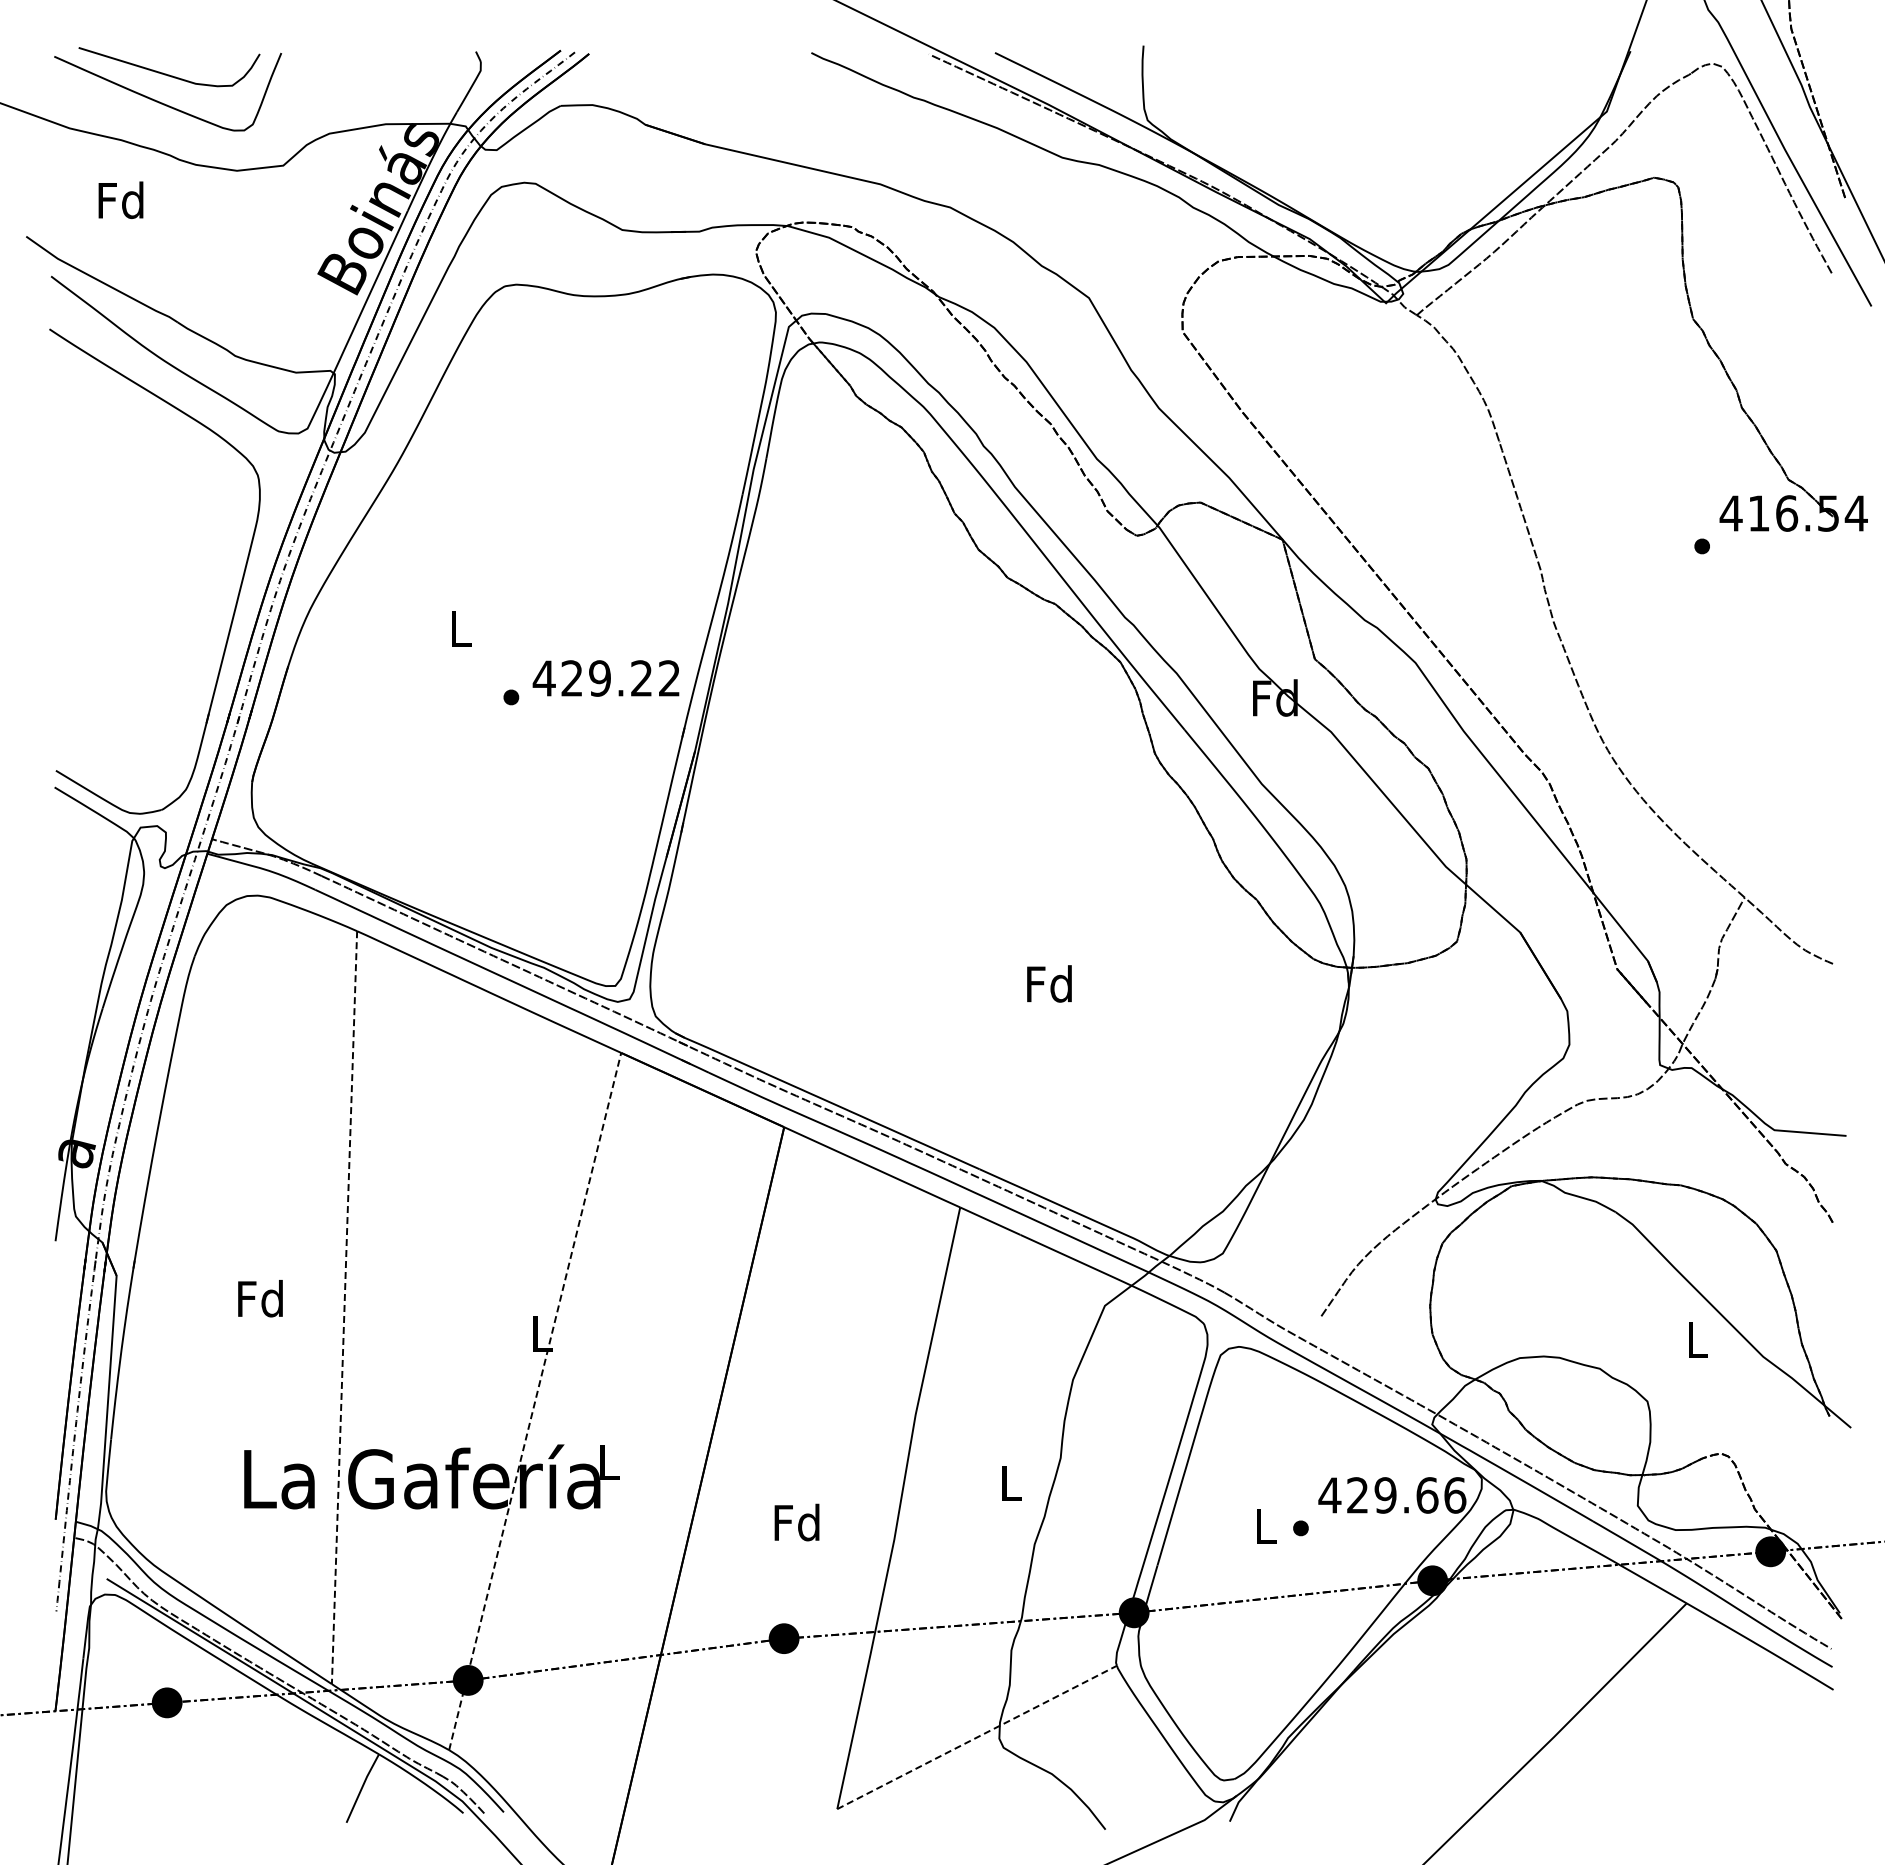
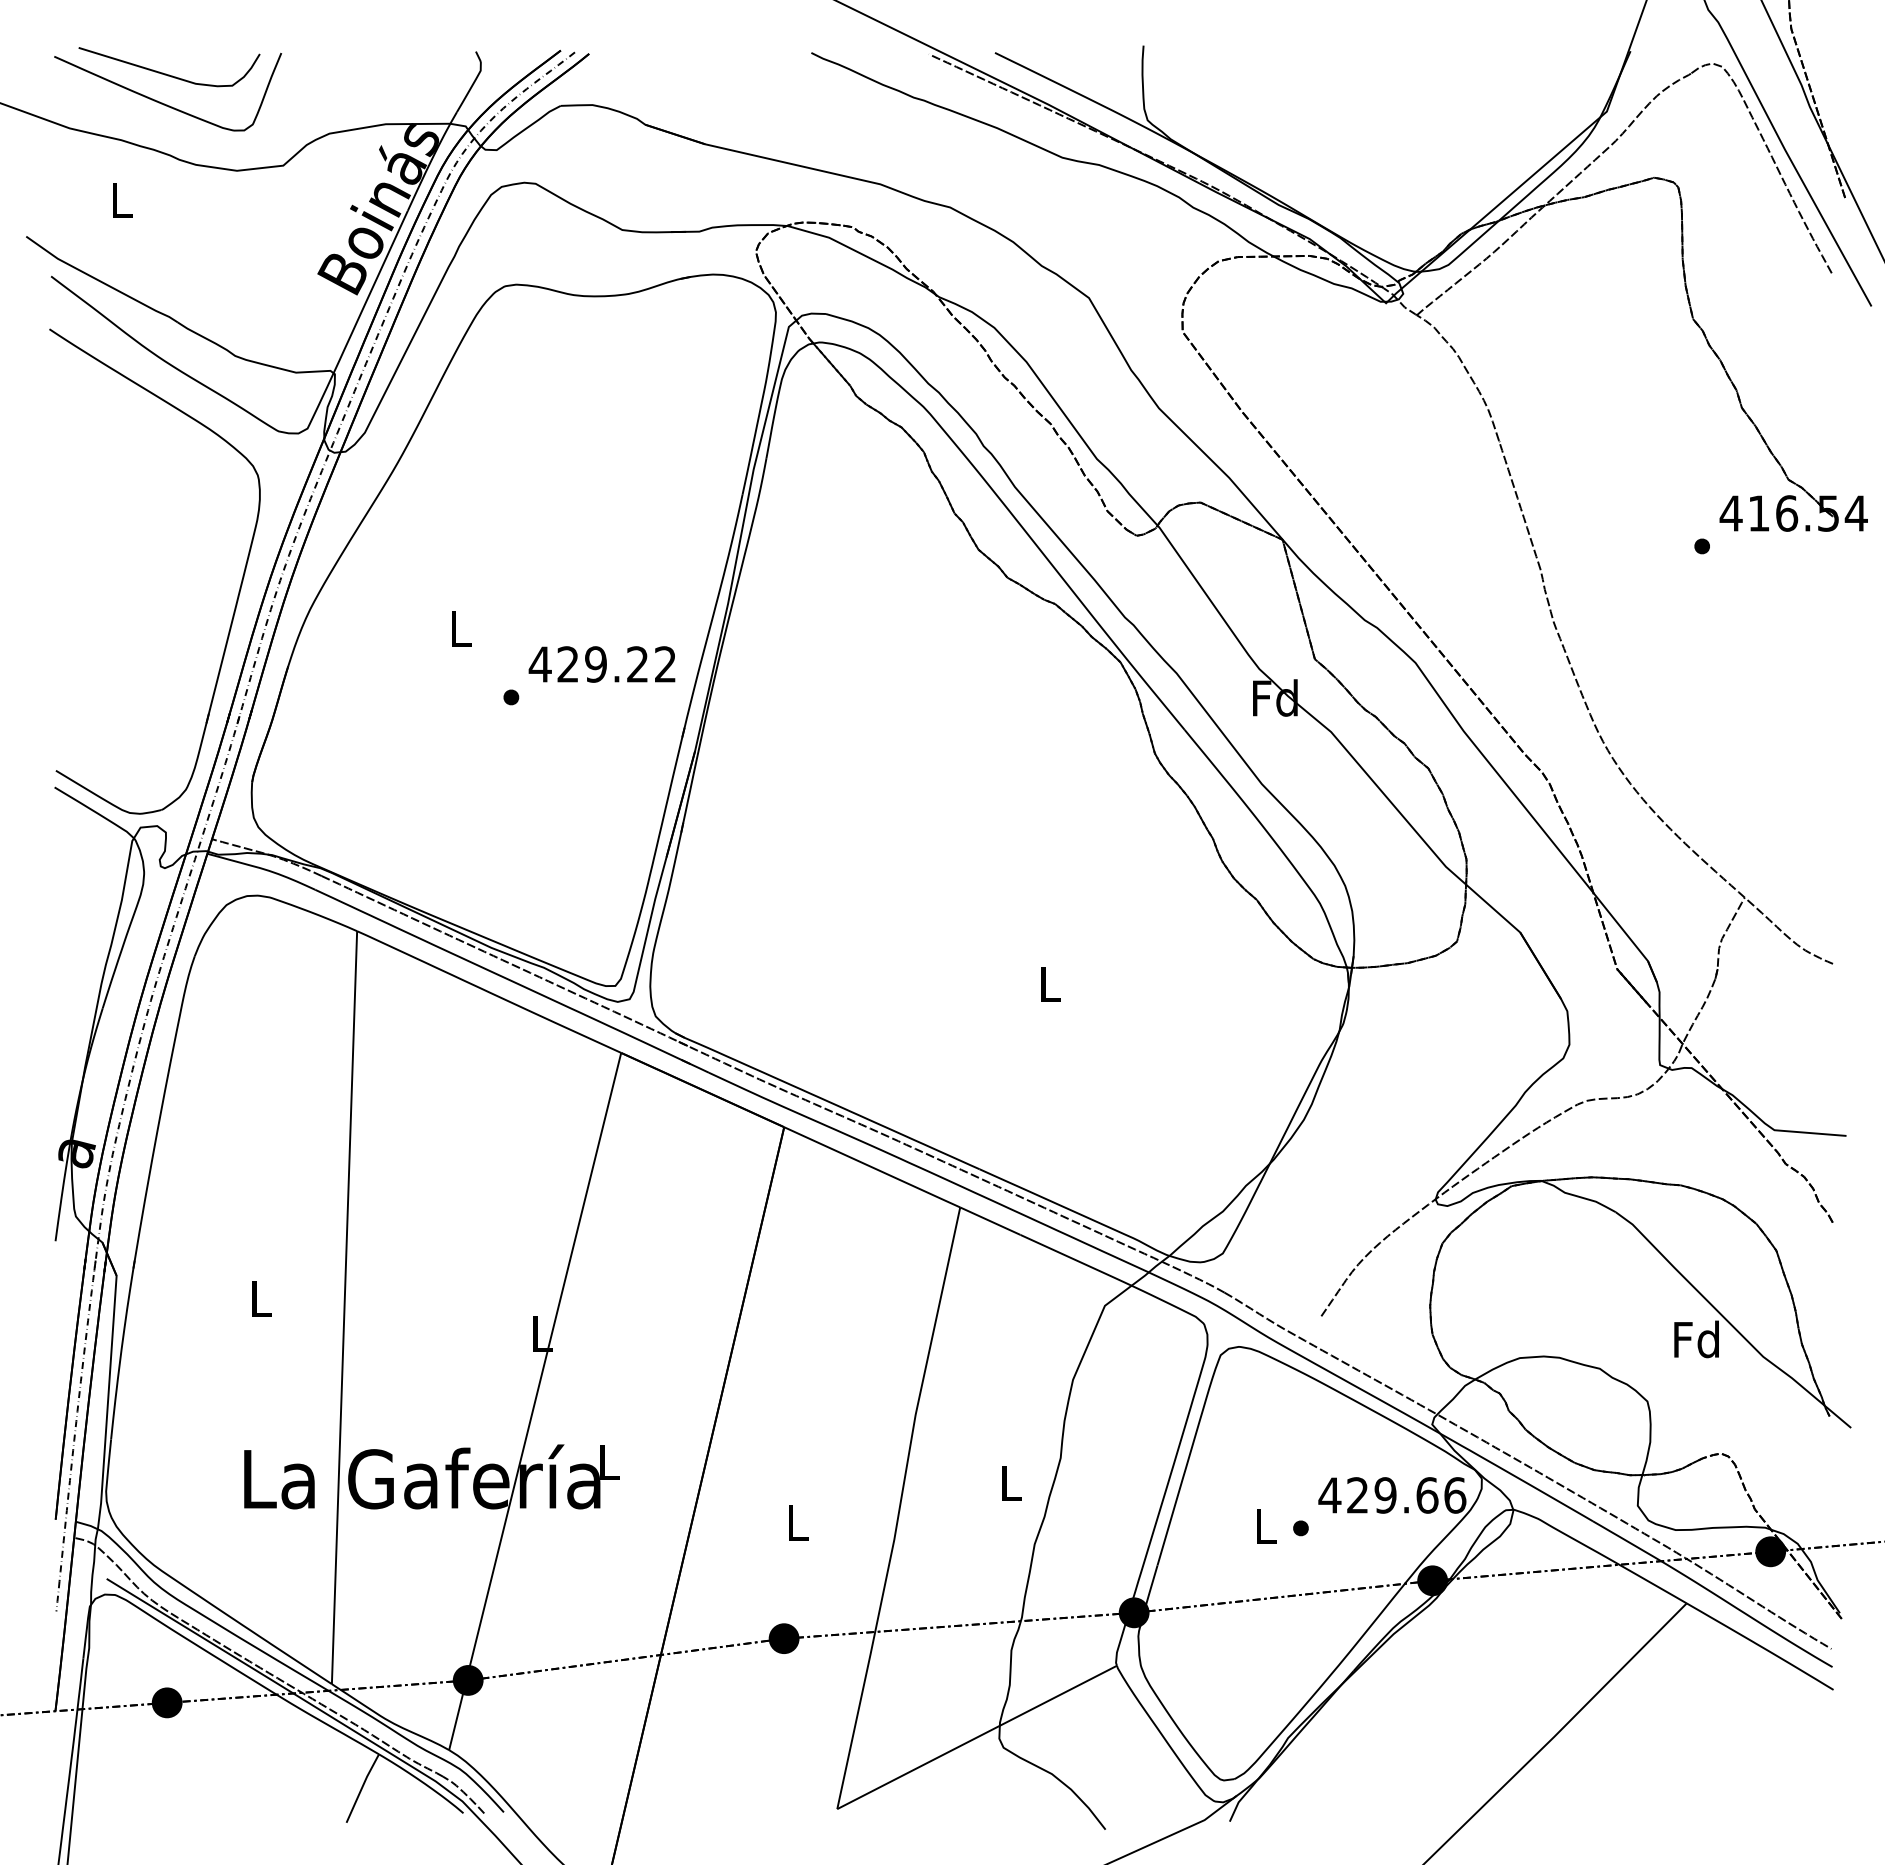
text at (120, 200): Fd -> L
text at (605, 678) position: (605, 678) -> (601, 664)
text at (1049, 983): Fd -> L
text at (260, 1298): Fd -> L
line at (344, 1307): dashed -> solid
text at (1696, 1339): L -> Fd
line at (535, 1401): dashed -> solid
text at (796, 1522): Fd -> L
line at (977, 1737): dashed -> solid
